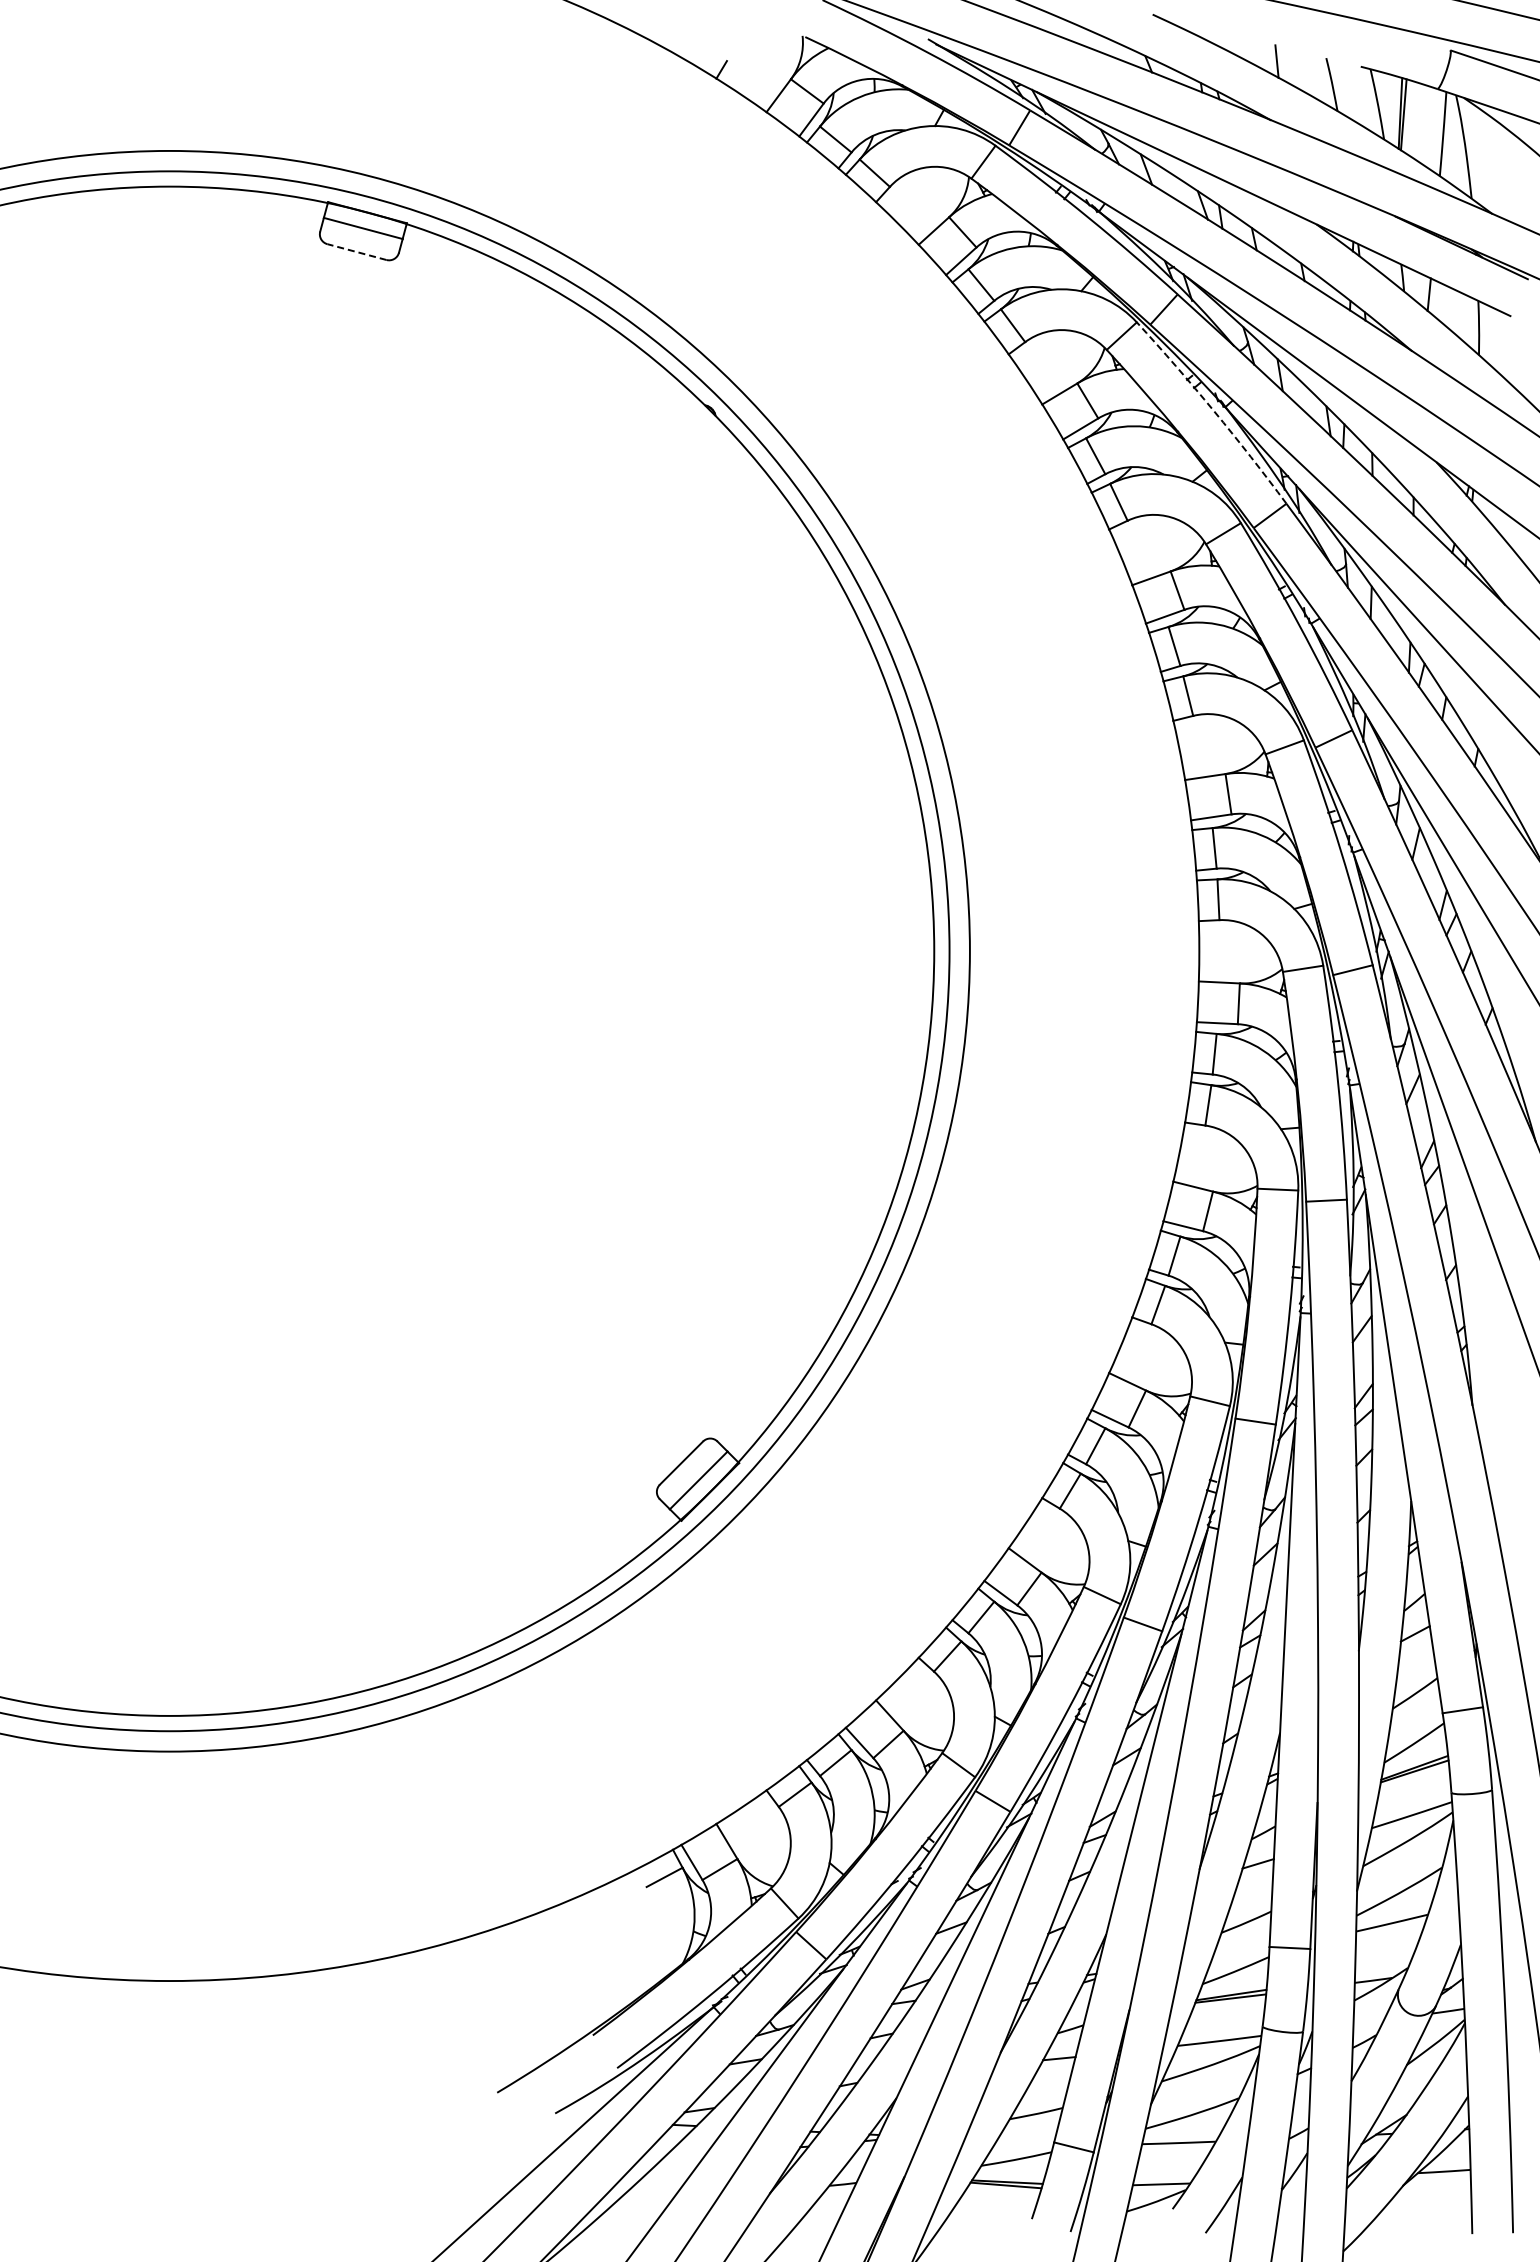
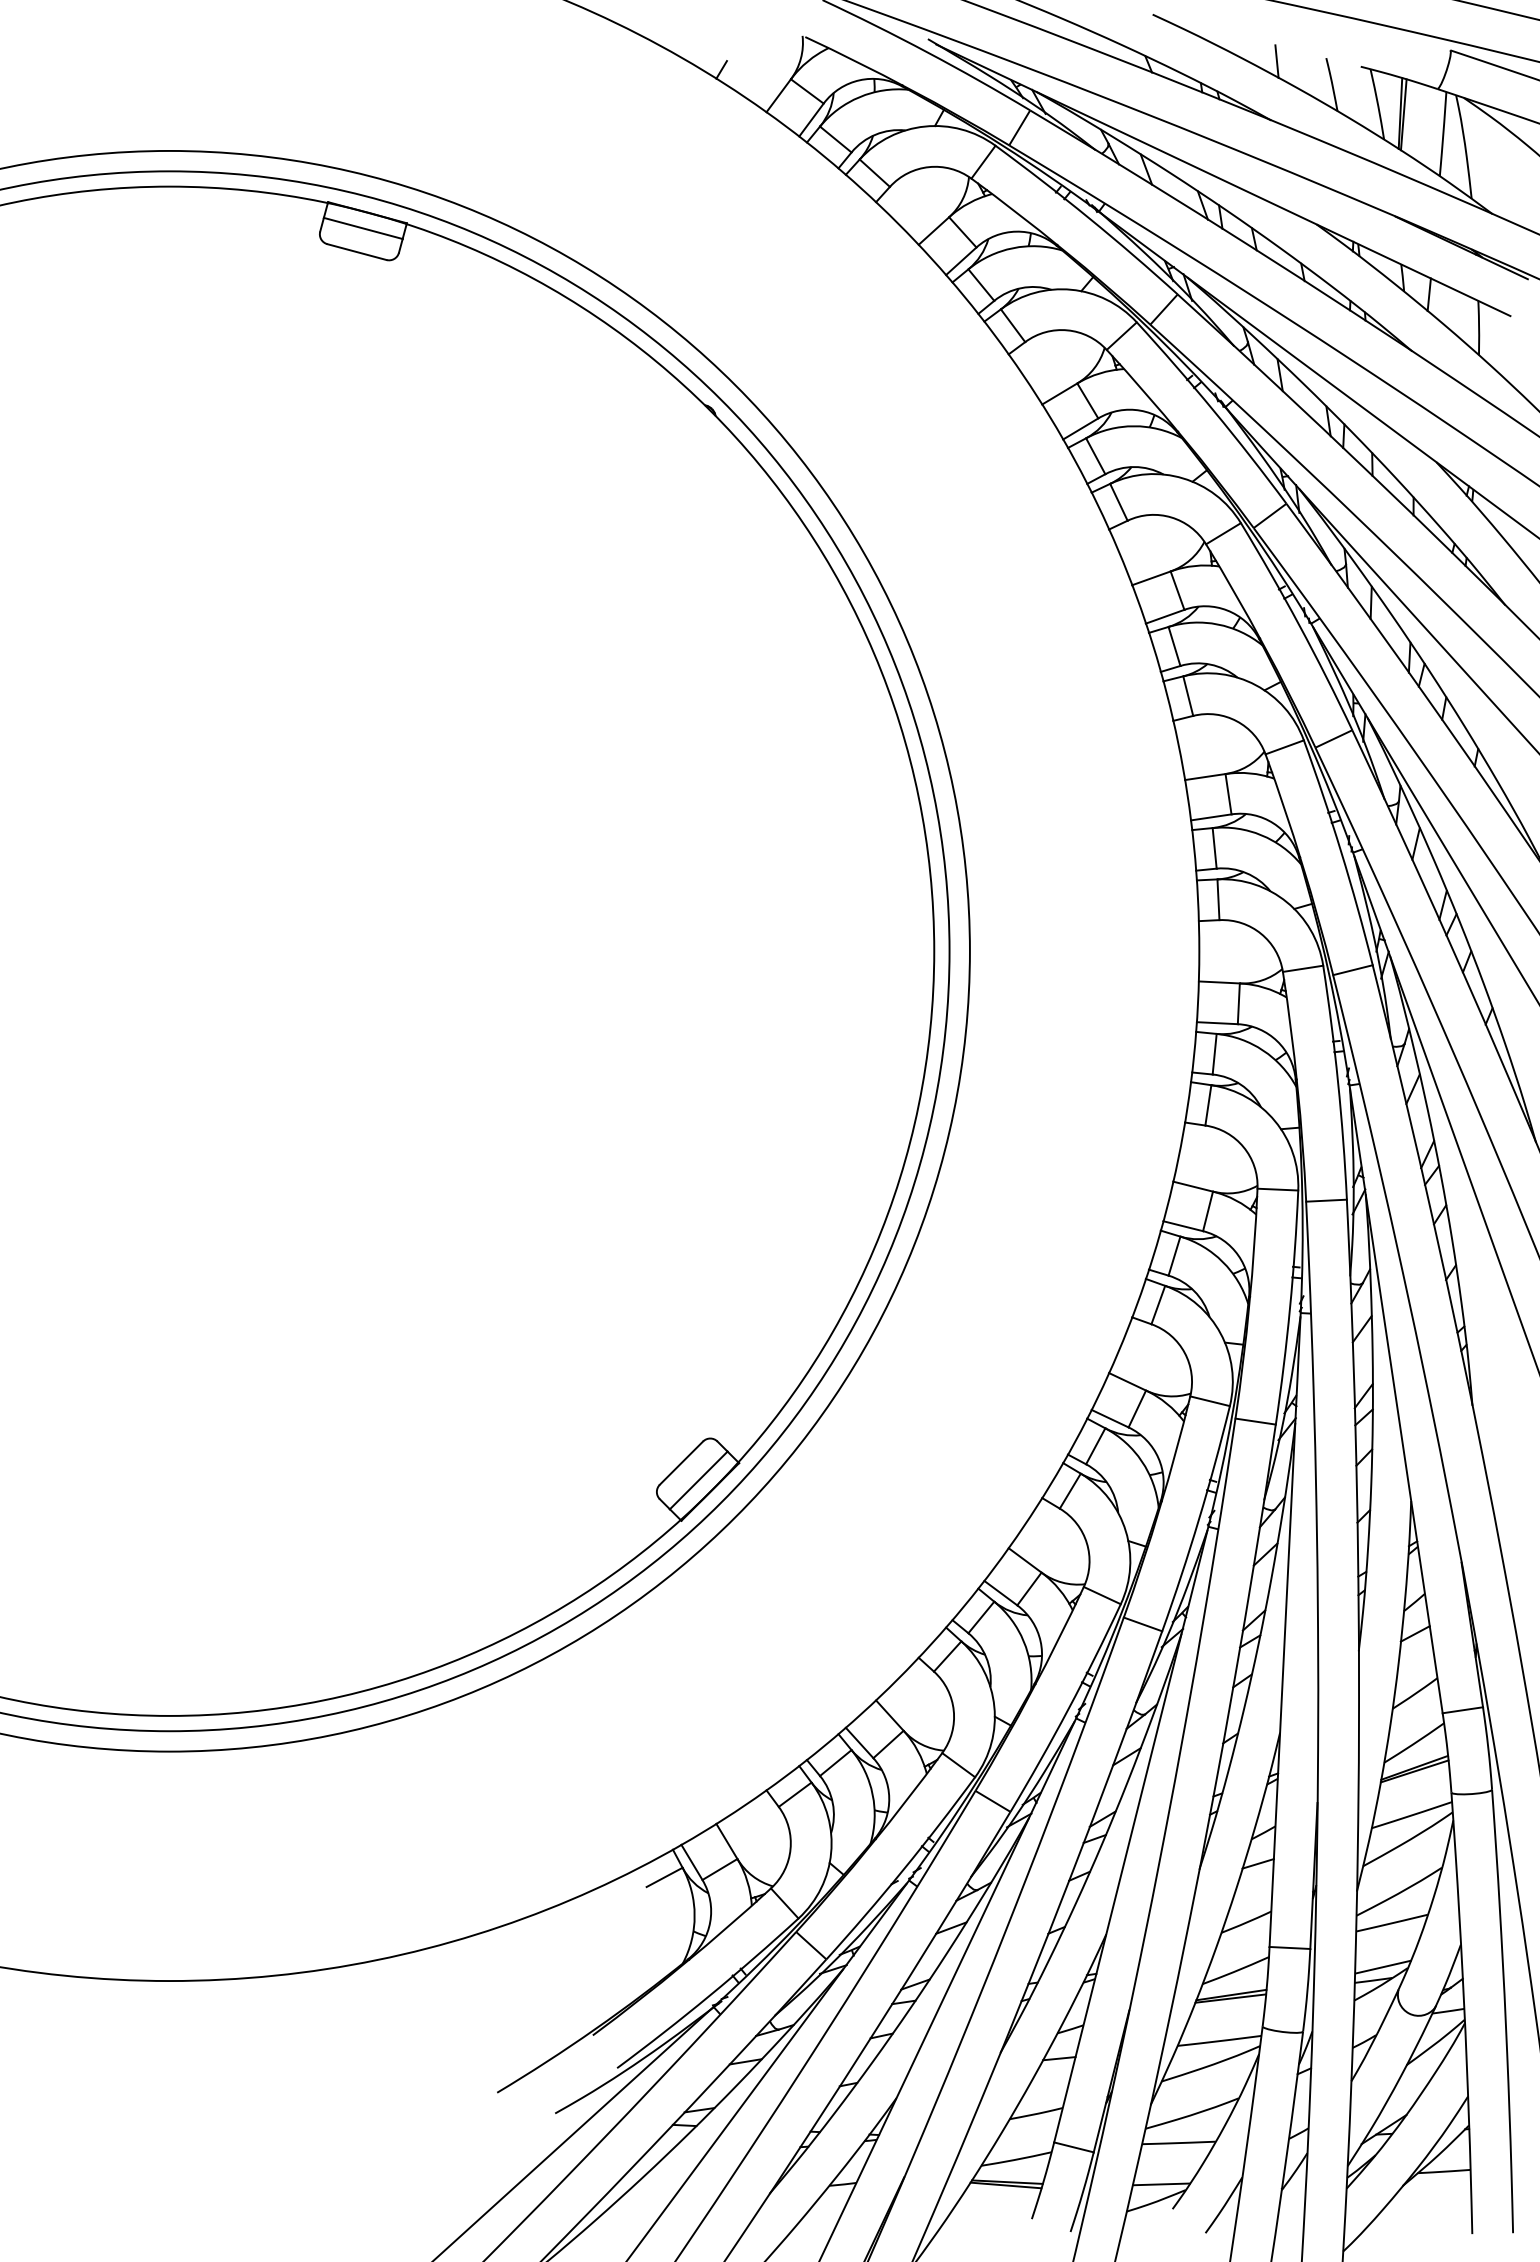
line at (356, 252): dashed -> solid
arc at (1214, 411): dashed -> solid
line at (1382, 1966): none -> present
